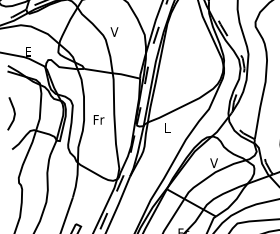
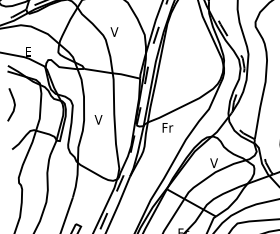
line at (13, 112) position: (13, 112) -> (13, 103)
text at (98, 119): Fr -> V
text at (167, 127): L -> Fr
